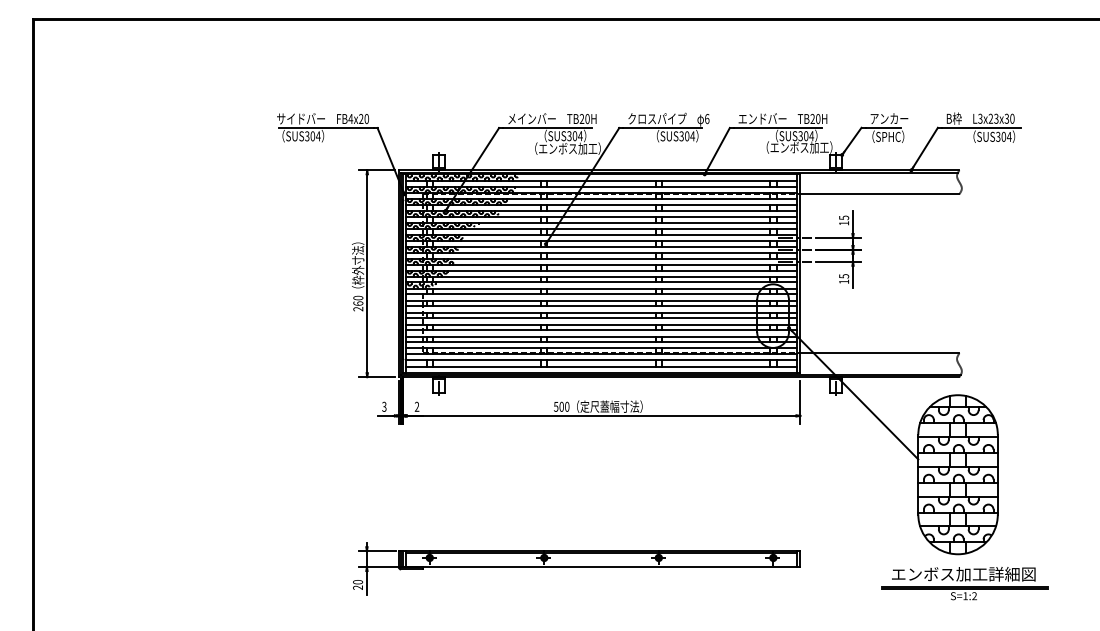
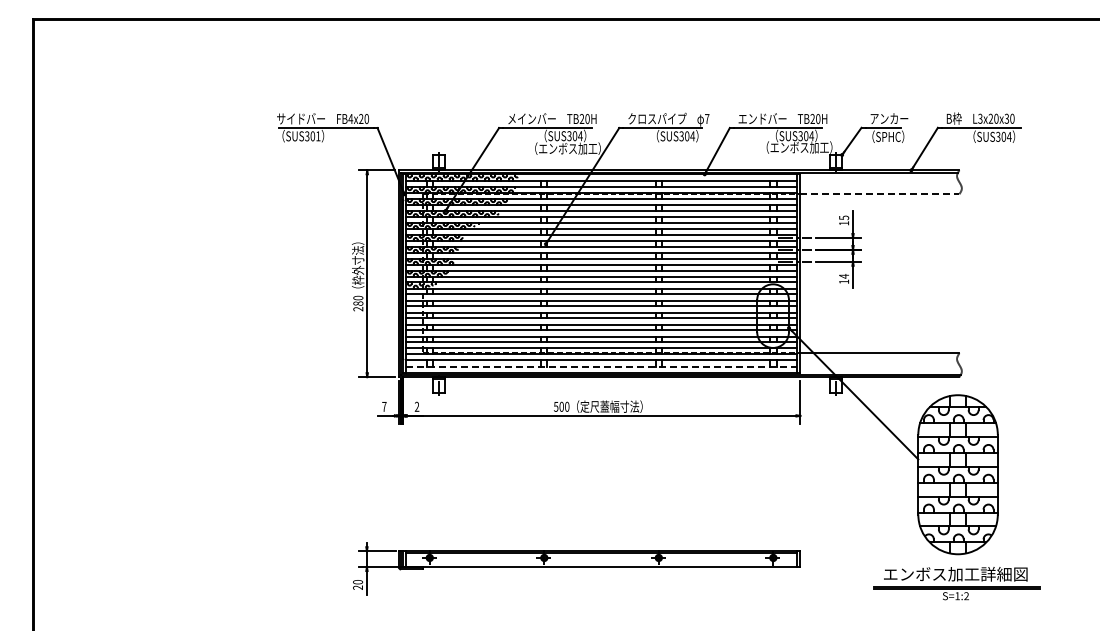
text at (996, 118): L3x23x30 -> L3x20x30
text at (707, 119): 6 -> 7
text at (317, 136): SUS304 -> SUS301
line at (879, 194): solid -> dashed
text at (844, 276): 15 -> 14
text at (358, 303): 260 -> 280
line at (601, 366): solid -> dashed
text at (384, 406): 3 -> 7
part at (964, 583) position: (964, 583) -> (956, 583)
